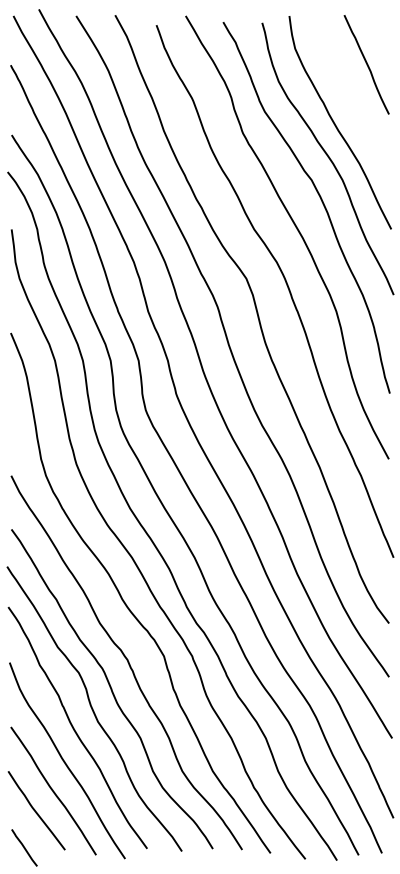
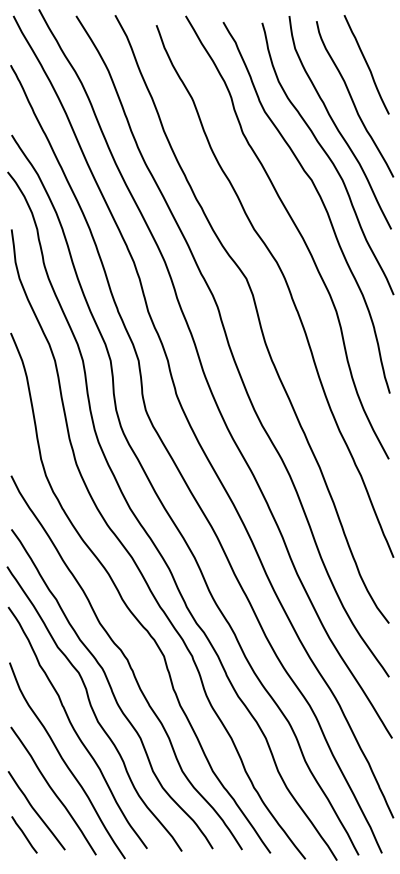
curve at (353, 100): none -> present
line at (24, 847) position: (24, 847) -> (24, 834)
